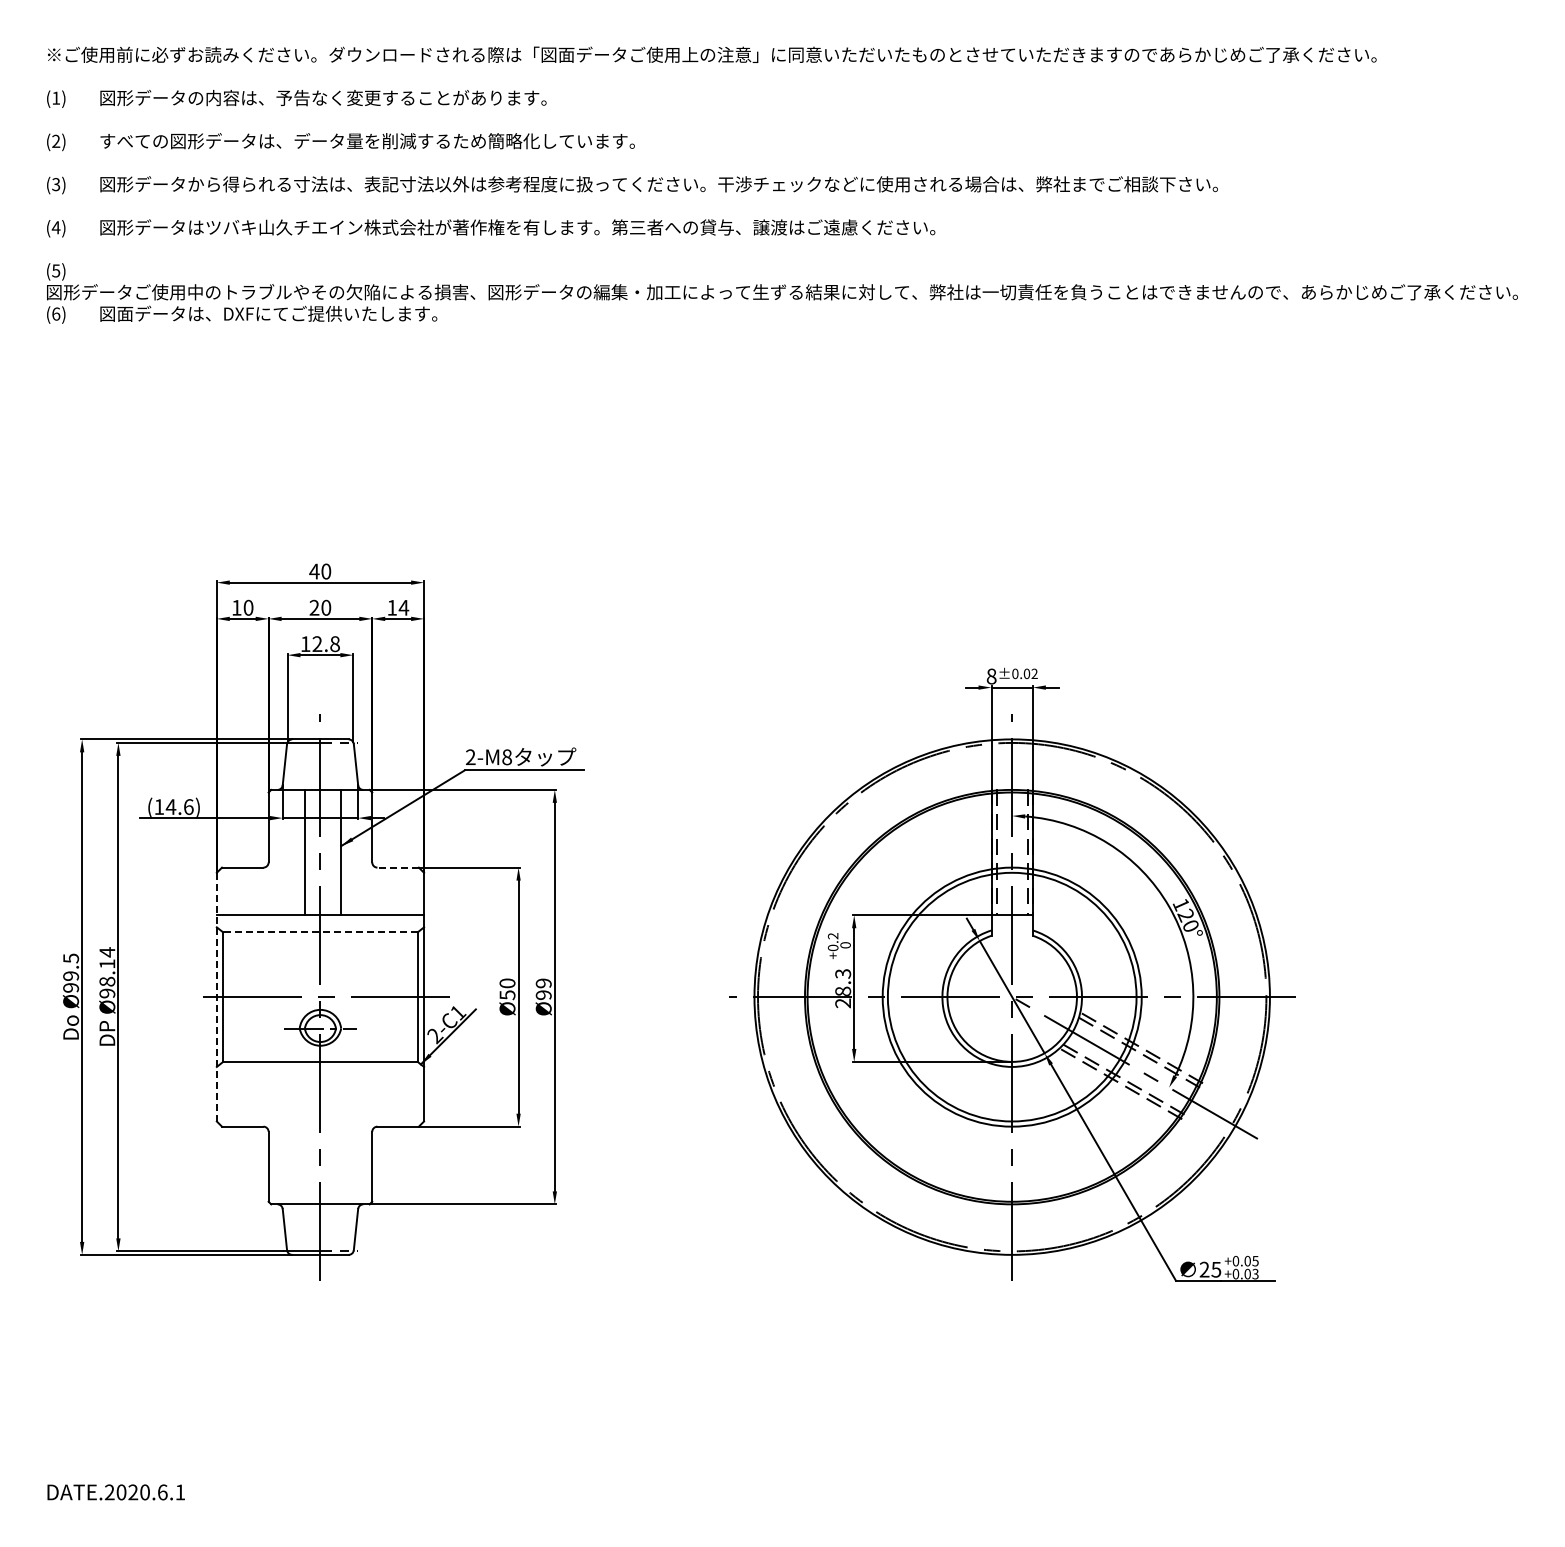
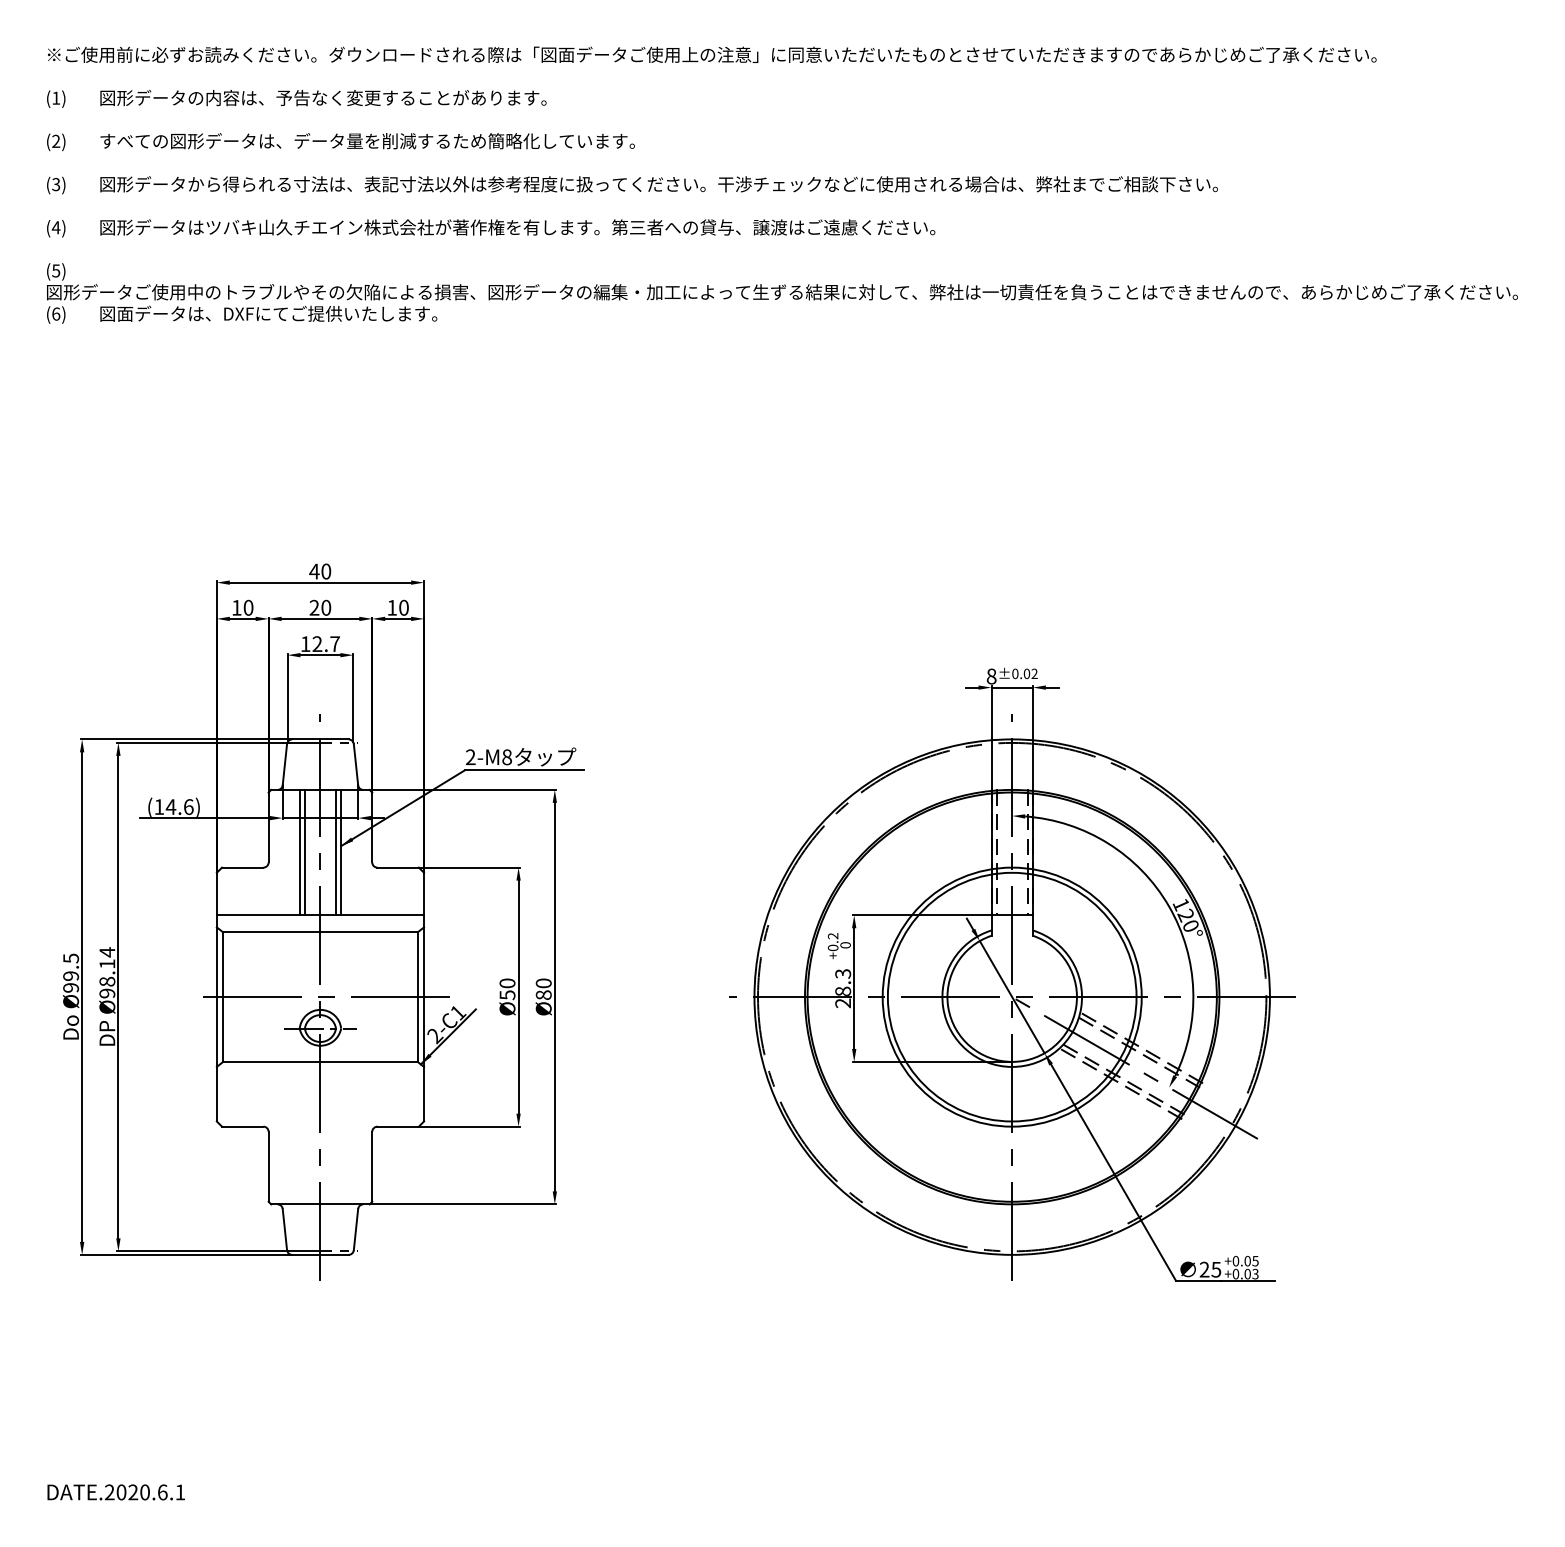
text at (403, 607): 14 -> 10
text at (334, 644): 12.8 -> 12.7
line at (299, 852): none -> present
line at (335, 852): none -> present
line at (398, 867): dashed -> solid
line at (319, 932): dashed -> solid
text at (543, 988): Ø99 -> Ø80
line at (216, 997): dashed -> solid
